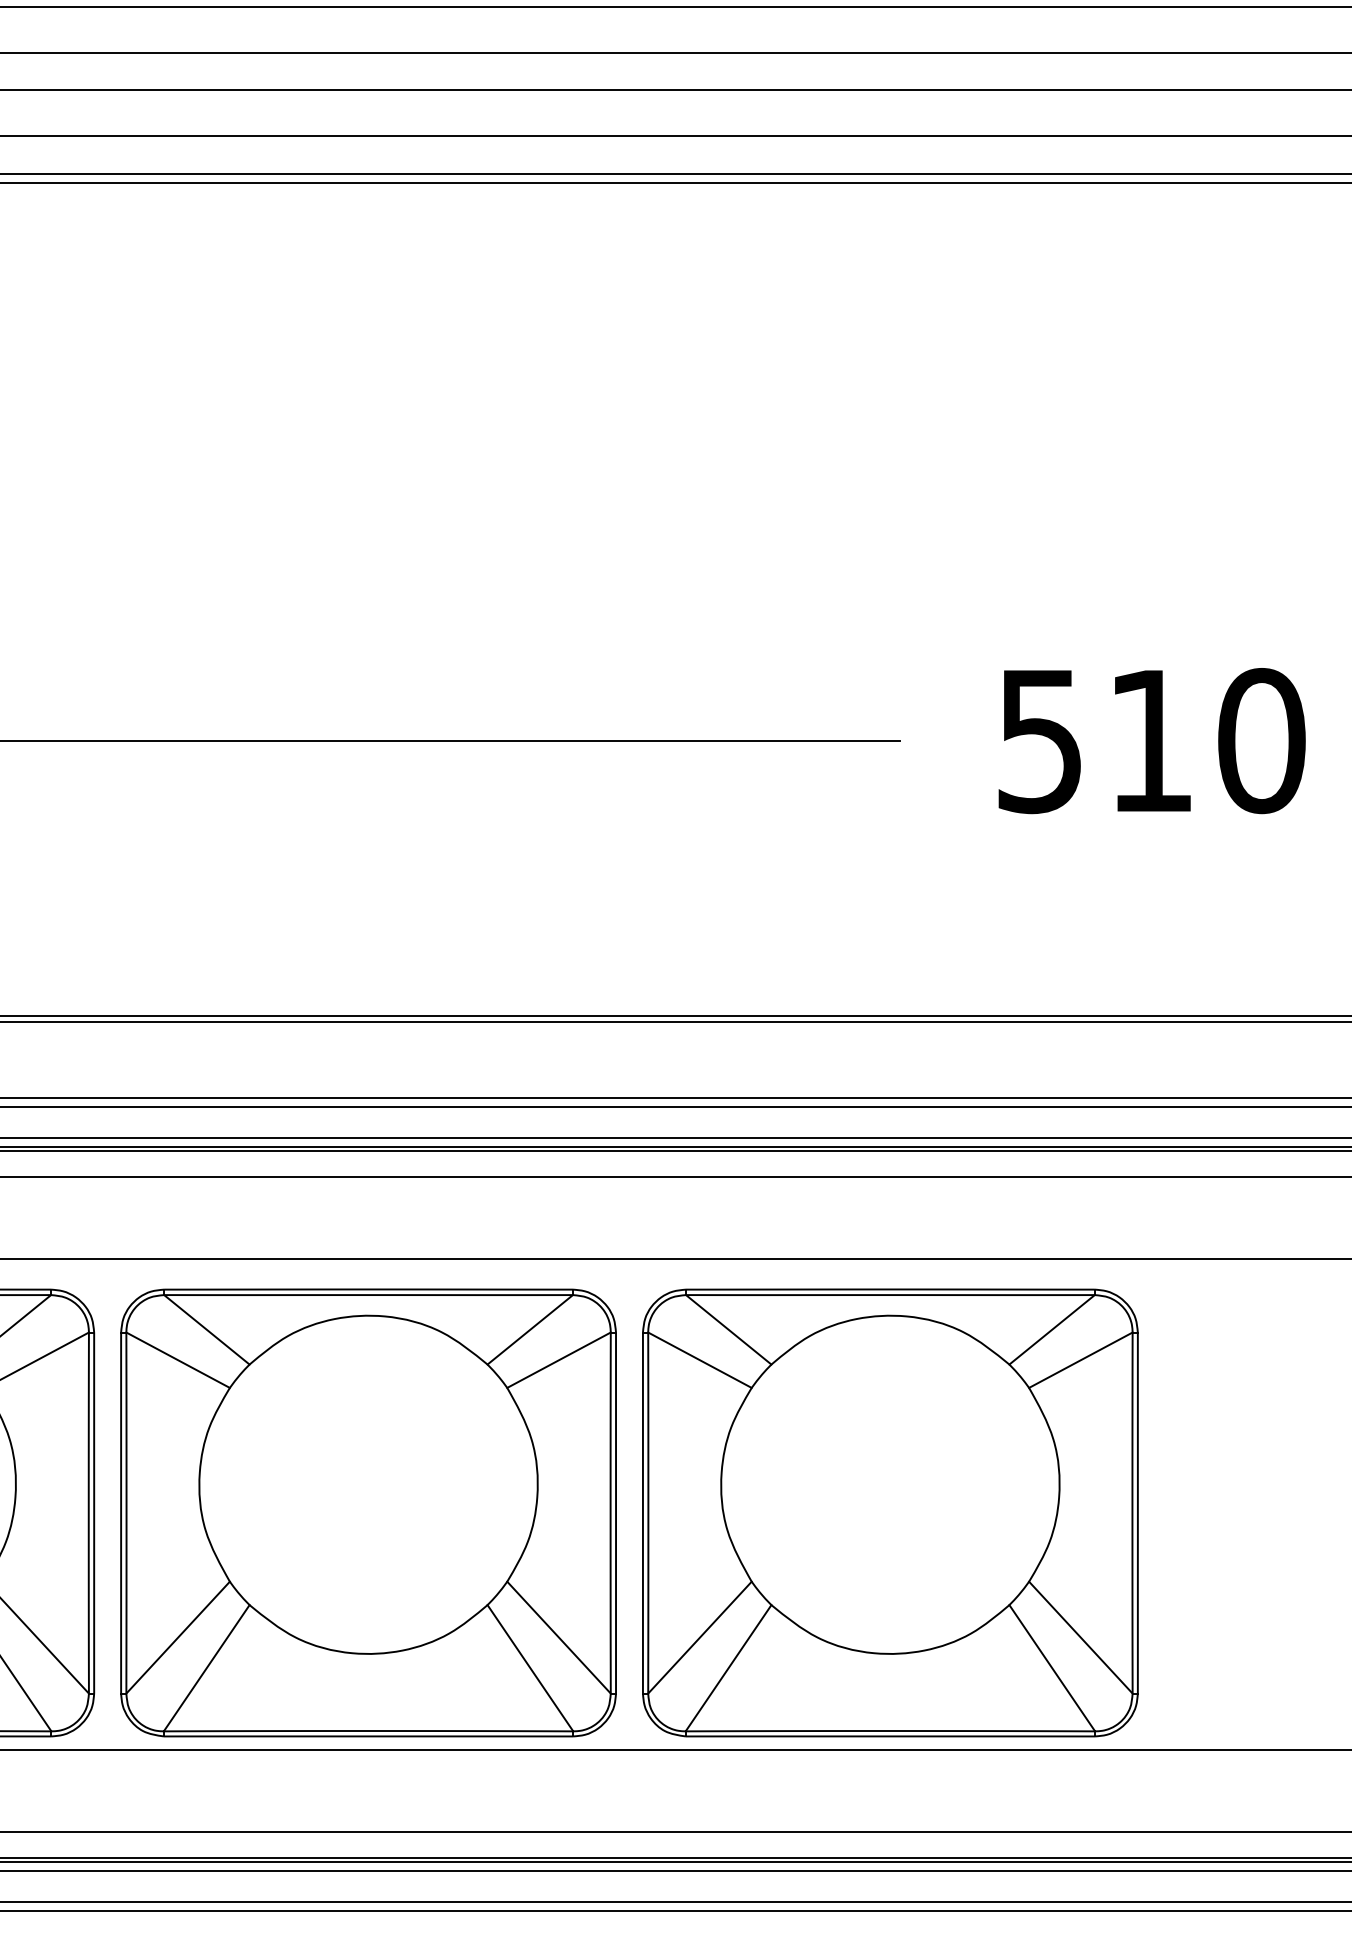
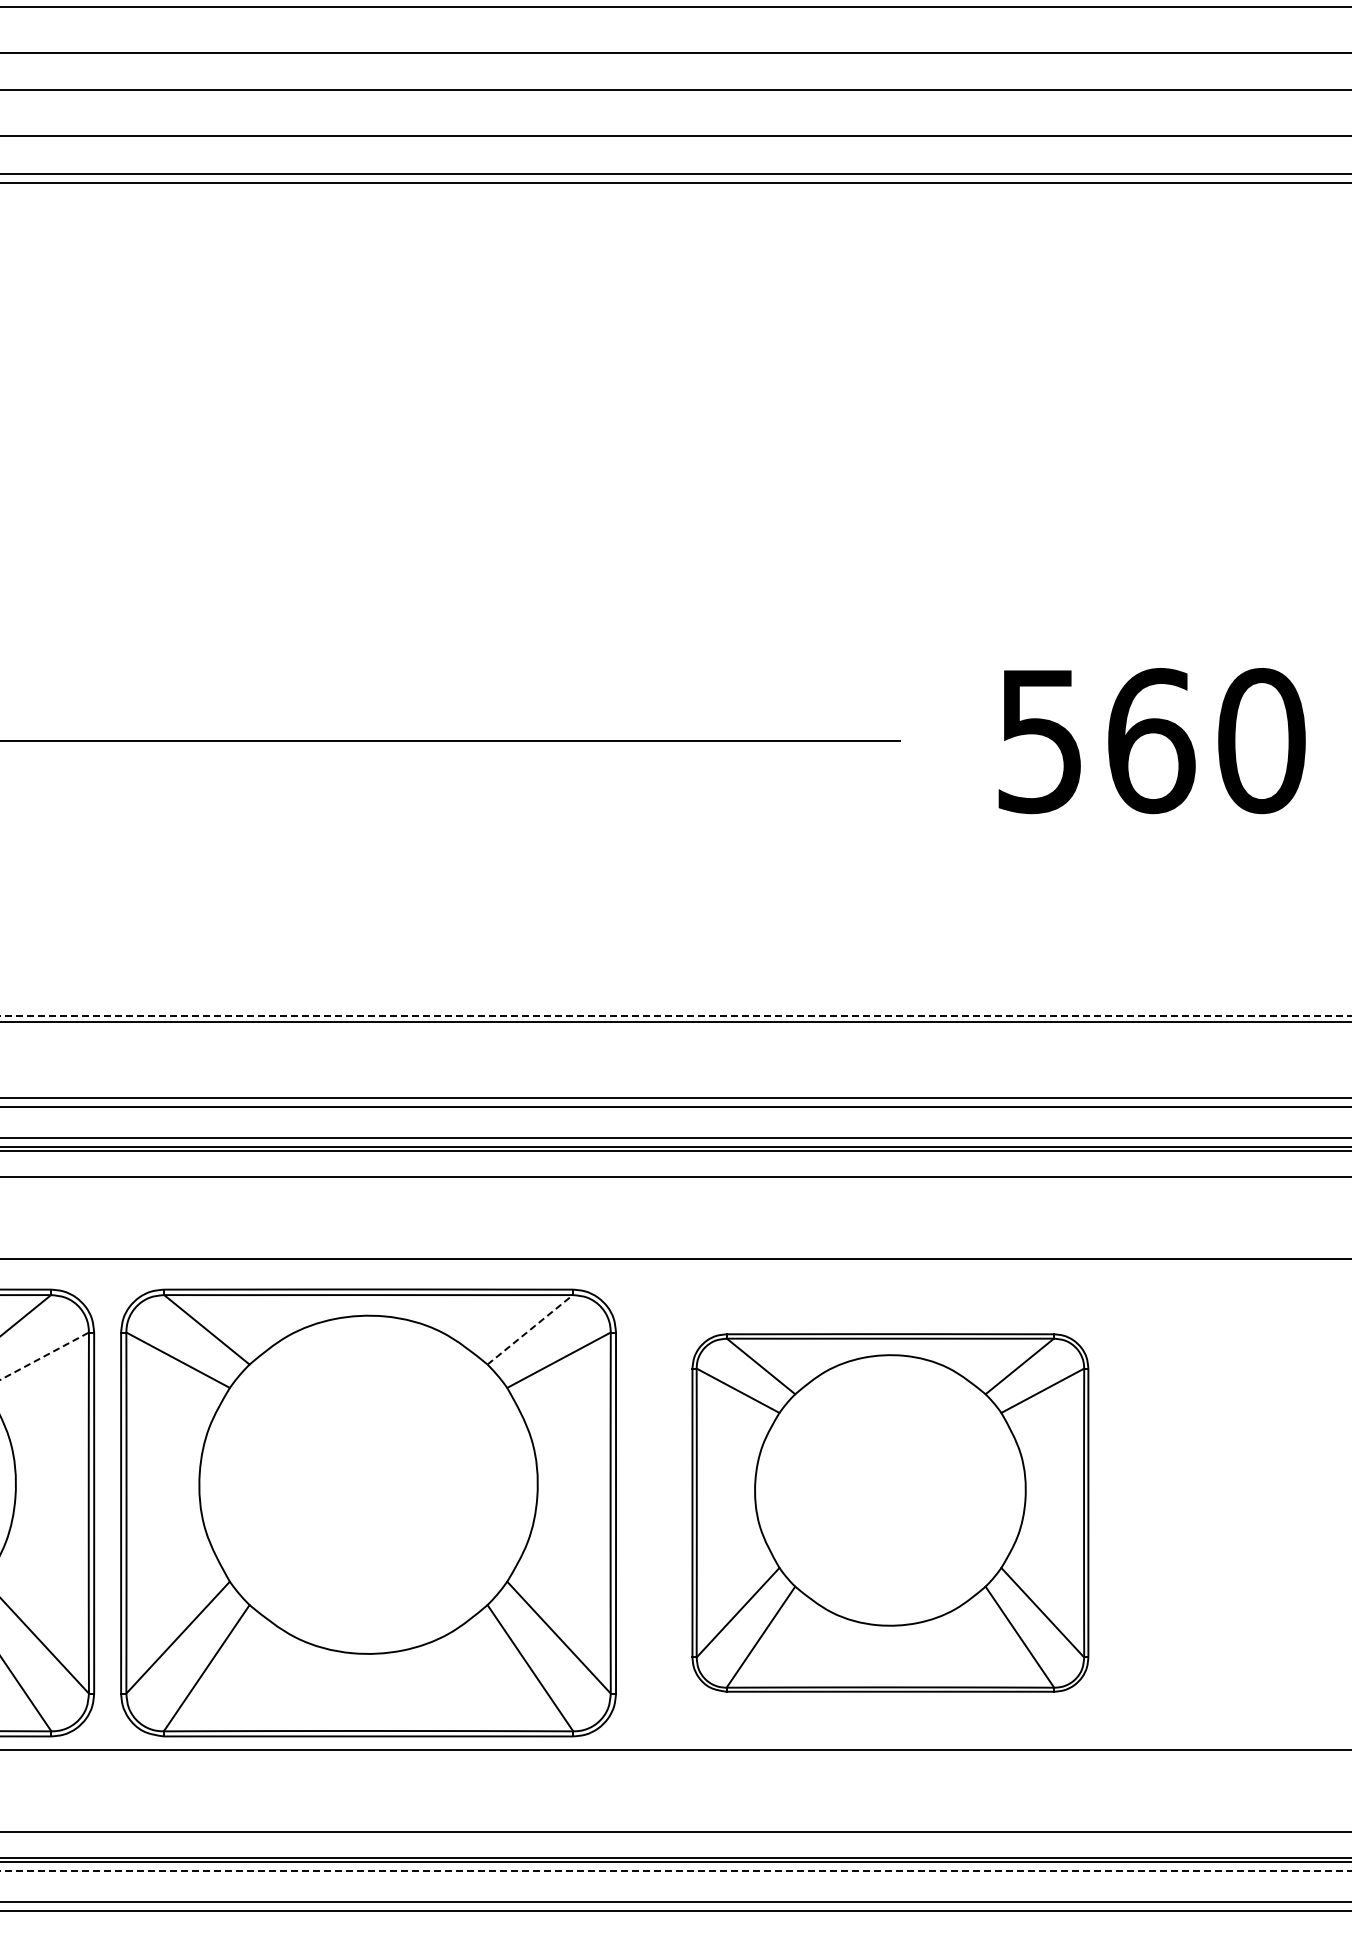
text at (1151, 741): 510 -> 560
line at (675, 1015): solid -> dashed
line at (530, 1329): solid -> dashed
line at (45, 1356): solid -> dashed
part at (890, 1512) size: 497x450 px -> 399x360 px
line at (675, 1871): solid -> dashed
